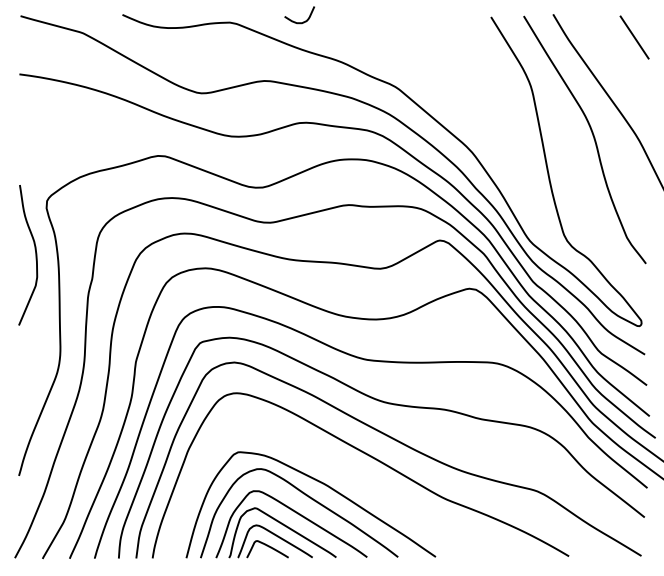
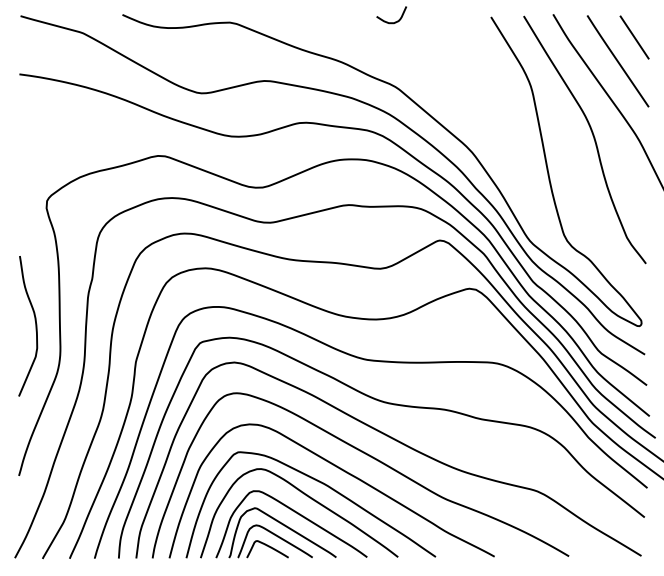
curve at (299, 22) position: (299, 22) -> (391, 22)
line at (617, 61): none -> present
curve at (35, 255) position: (35, 255) -> (35, 326)
curve at (344, 472): none -> present
